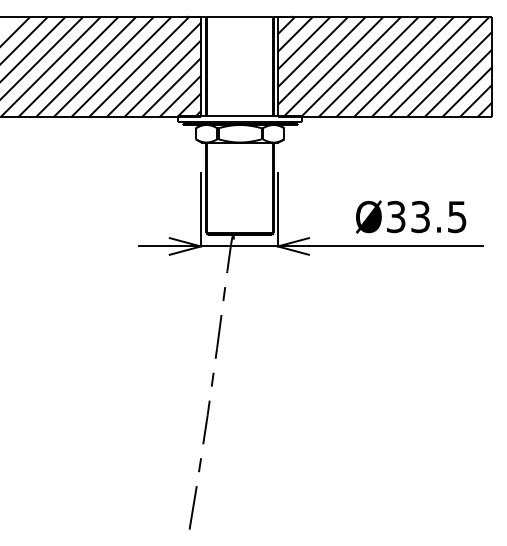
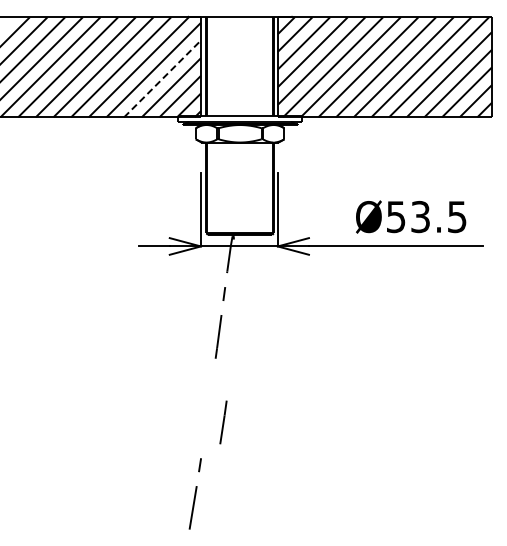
line at (162, 78): solid -> dashed
text at (396, 216): Ø33.5 -> Ø53.5
line at (212, 379): present -> none
line at (206, 422) position: (206, 422) -> (223, 422)
